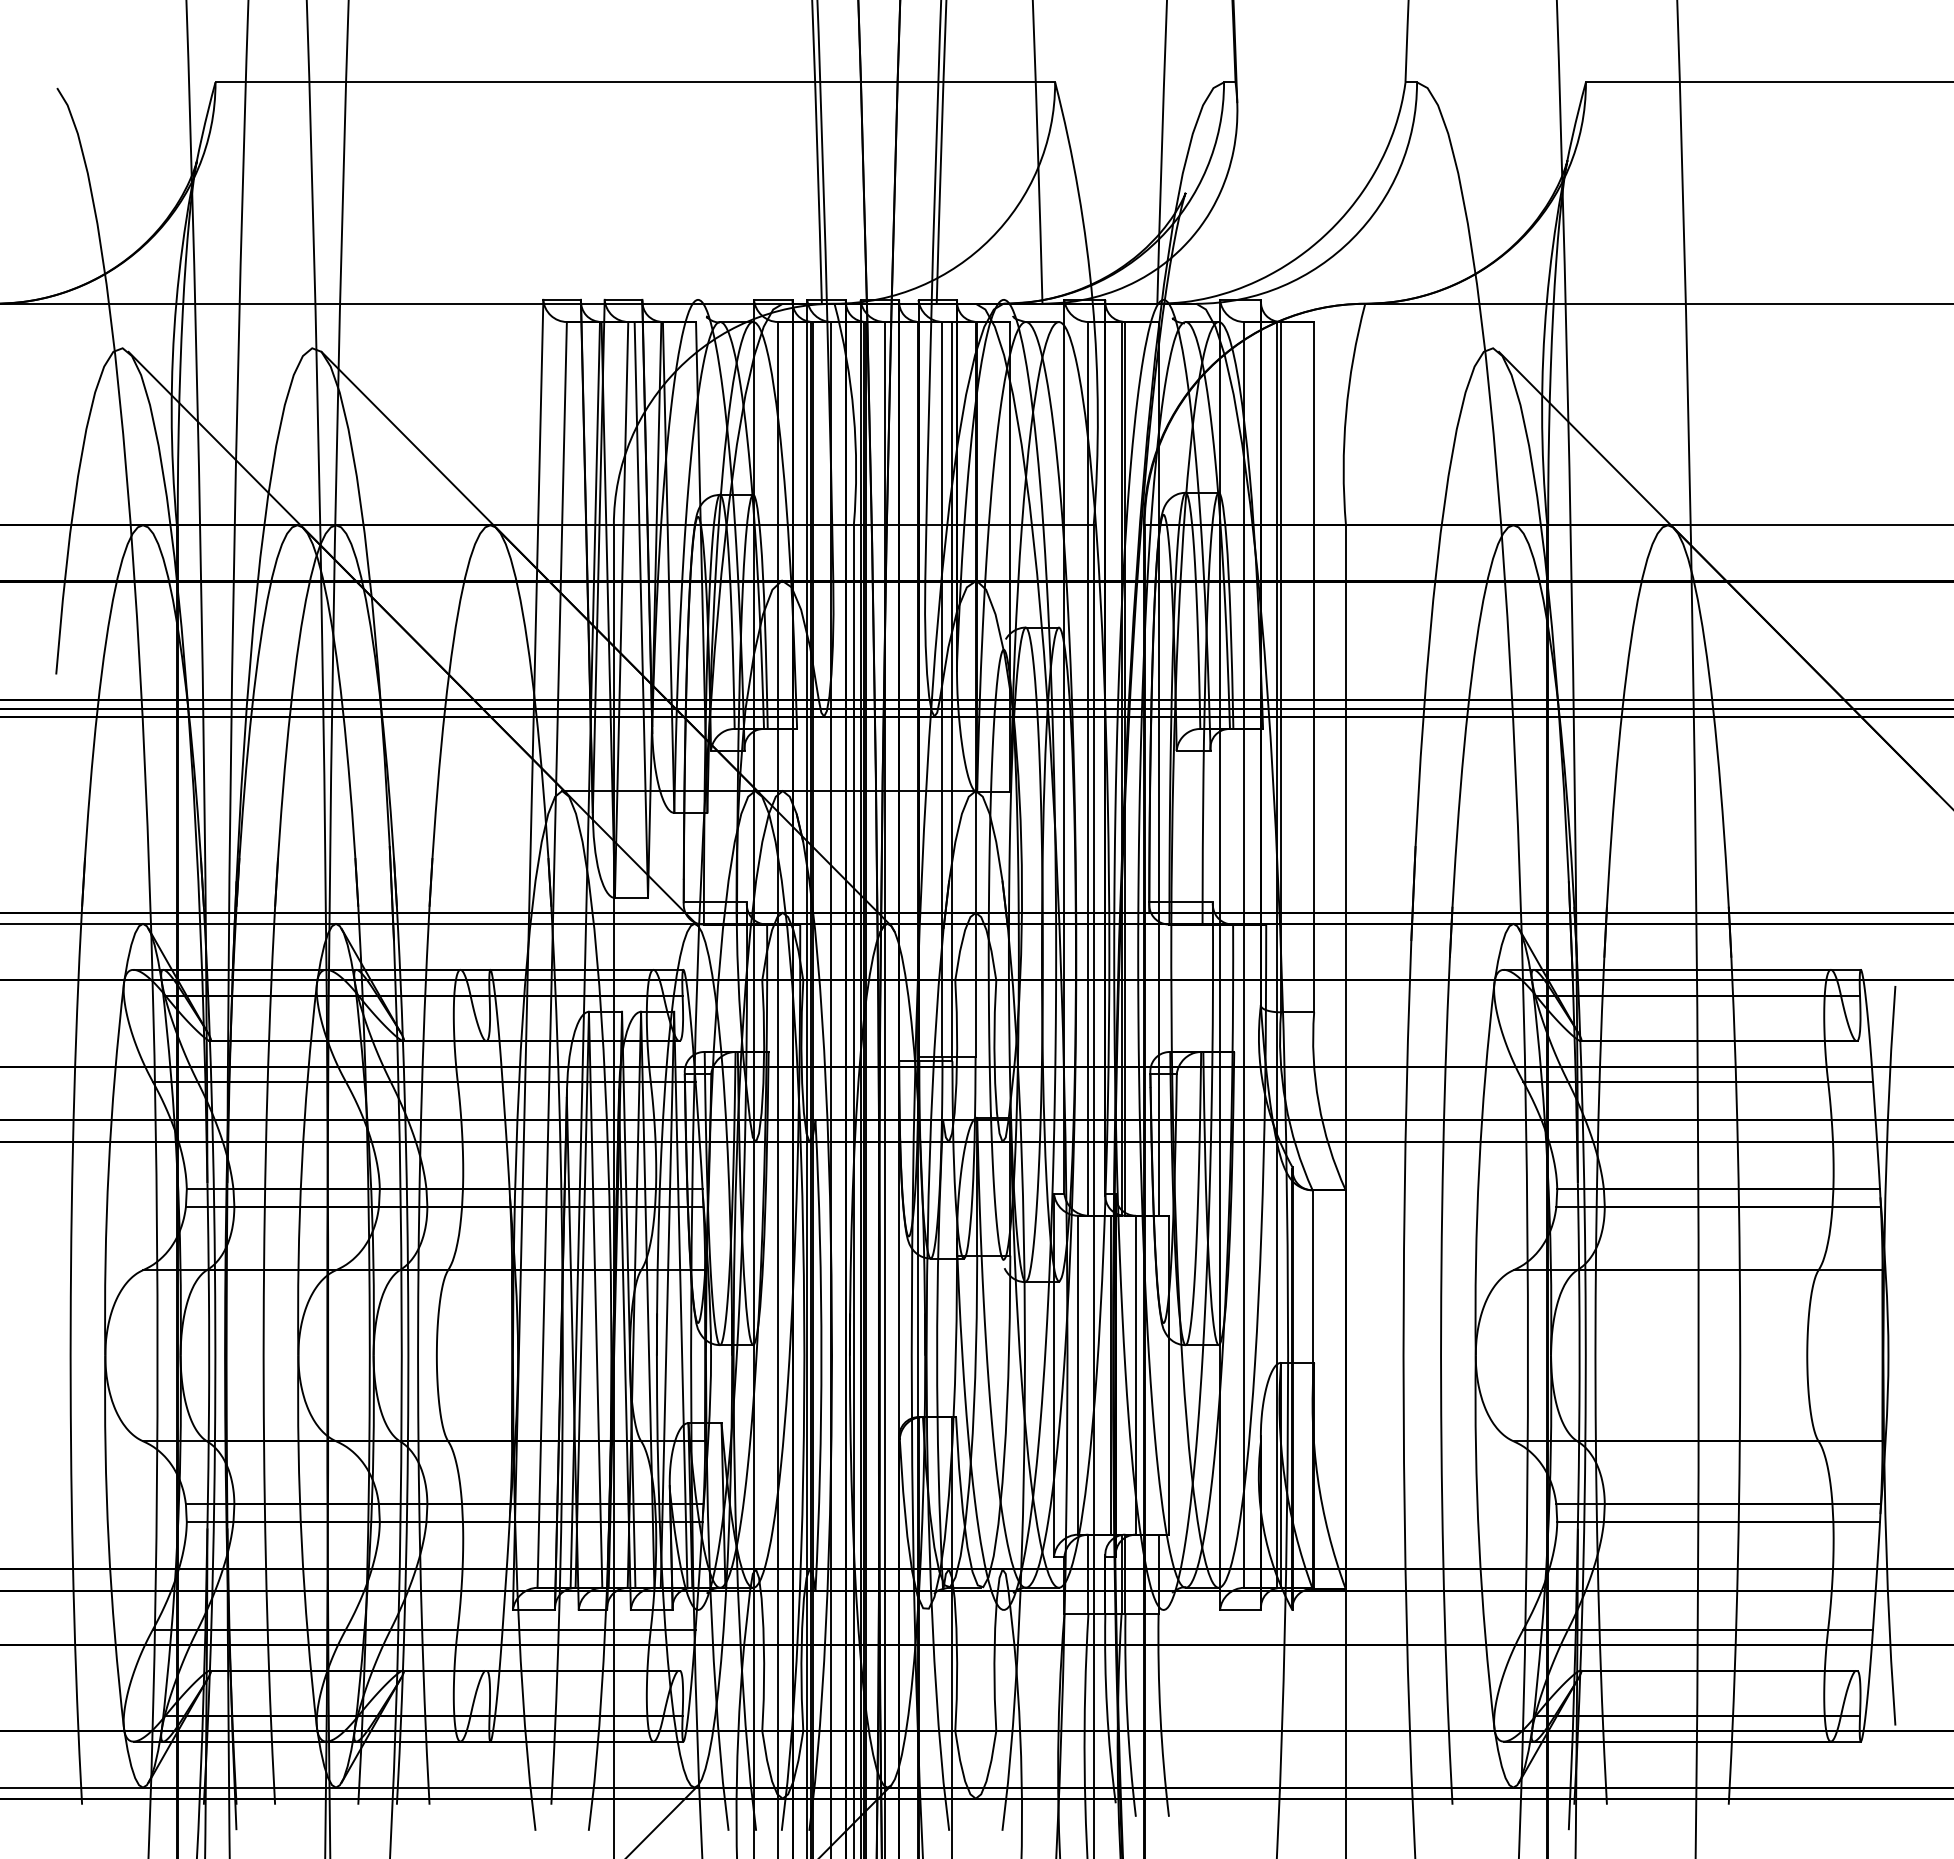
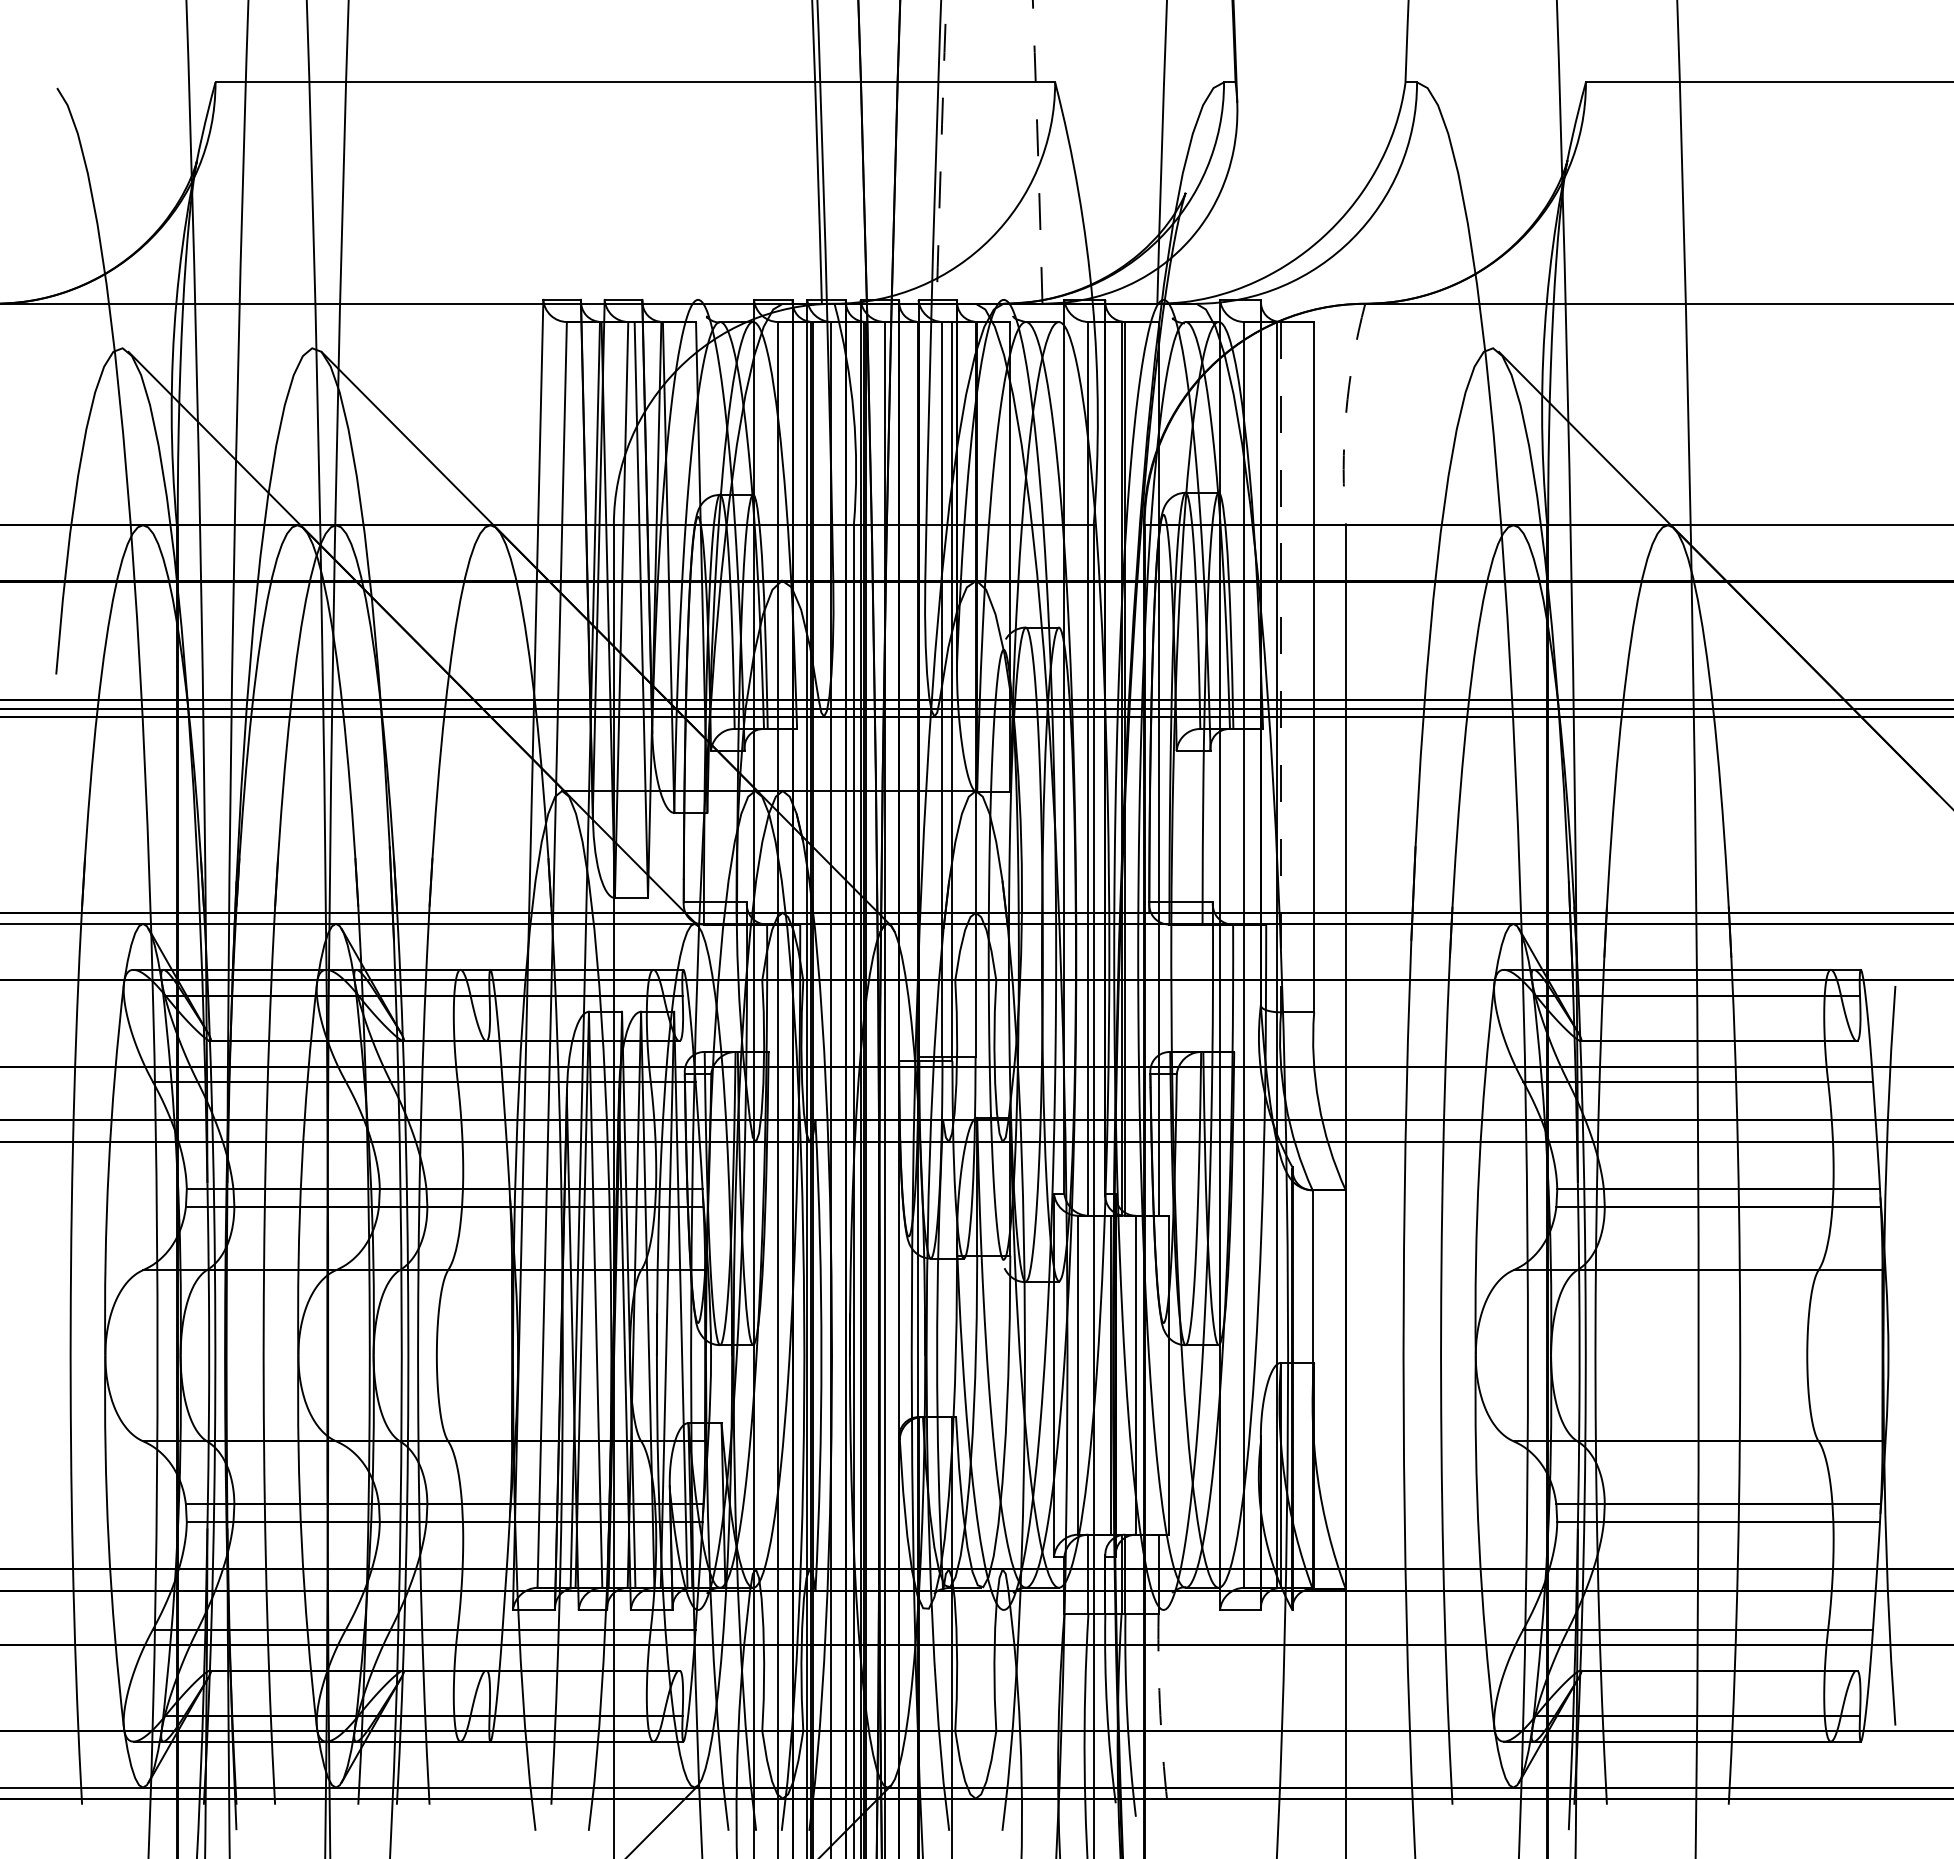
arc at (941, 152): solid -> dashed
arc at (1038, 152): solid -> dashed
arc at (1346, 413): solid -> dashed
line at (1281, 667): solid -> dashed
arc at (1160, 1715): solid -> dashed
